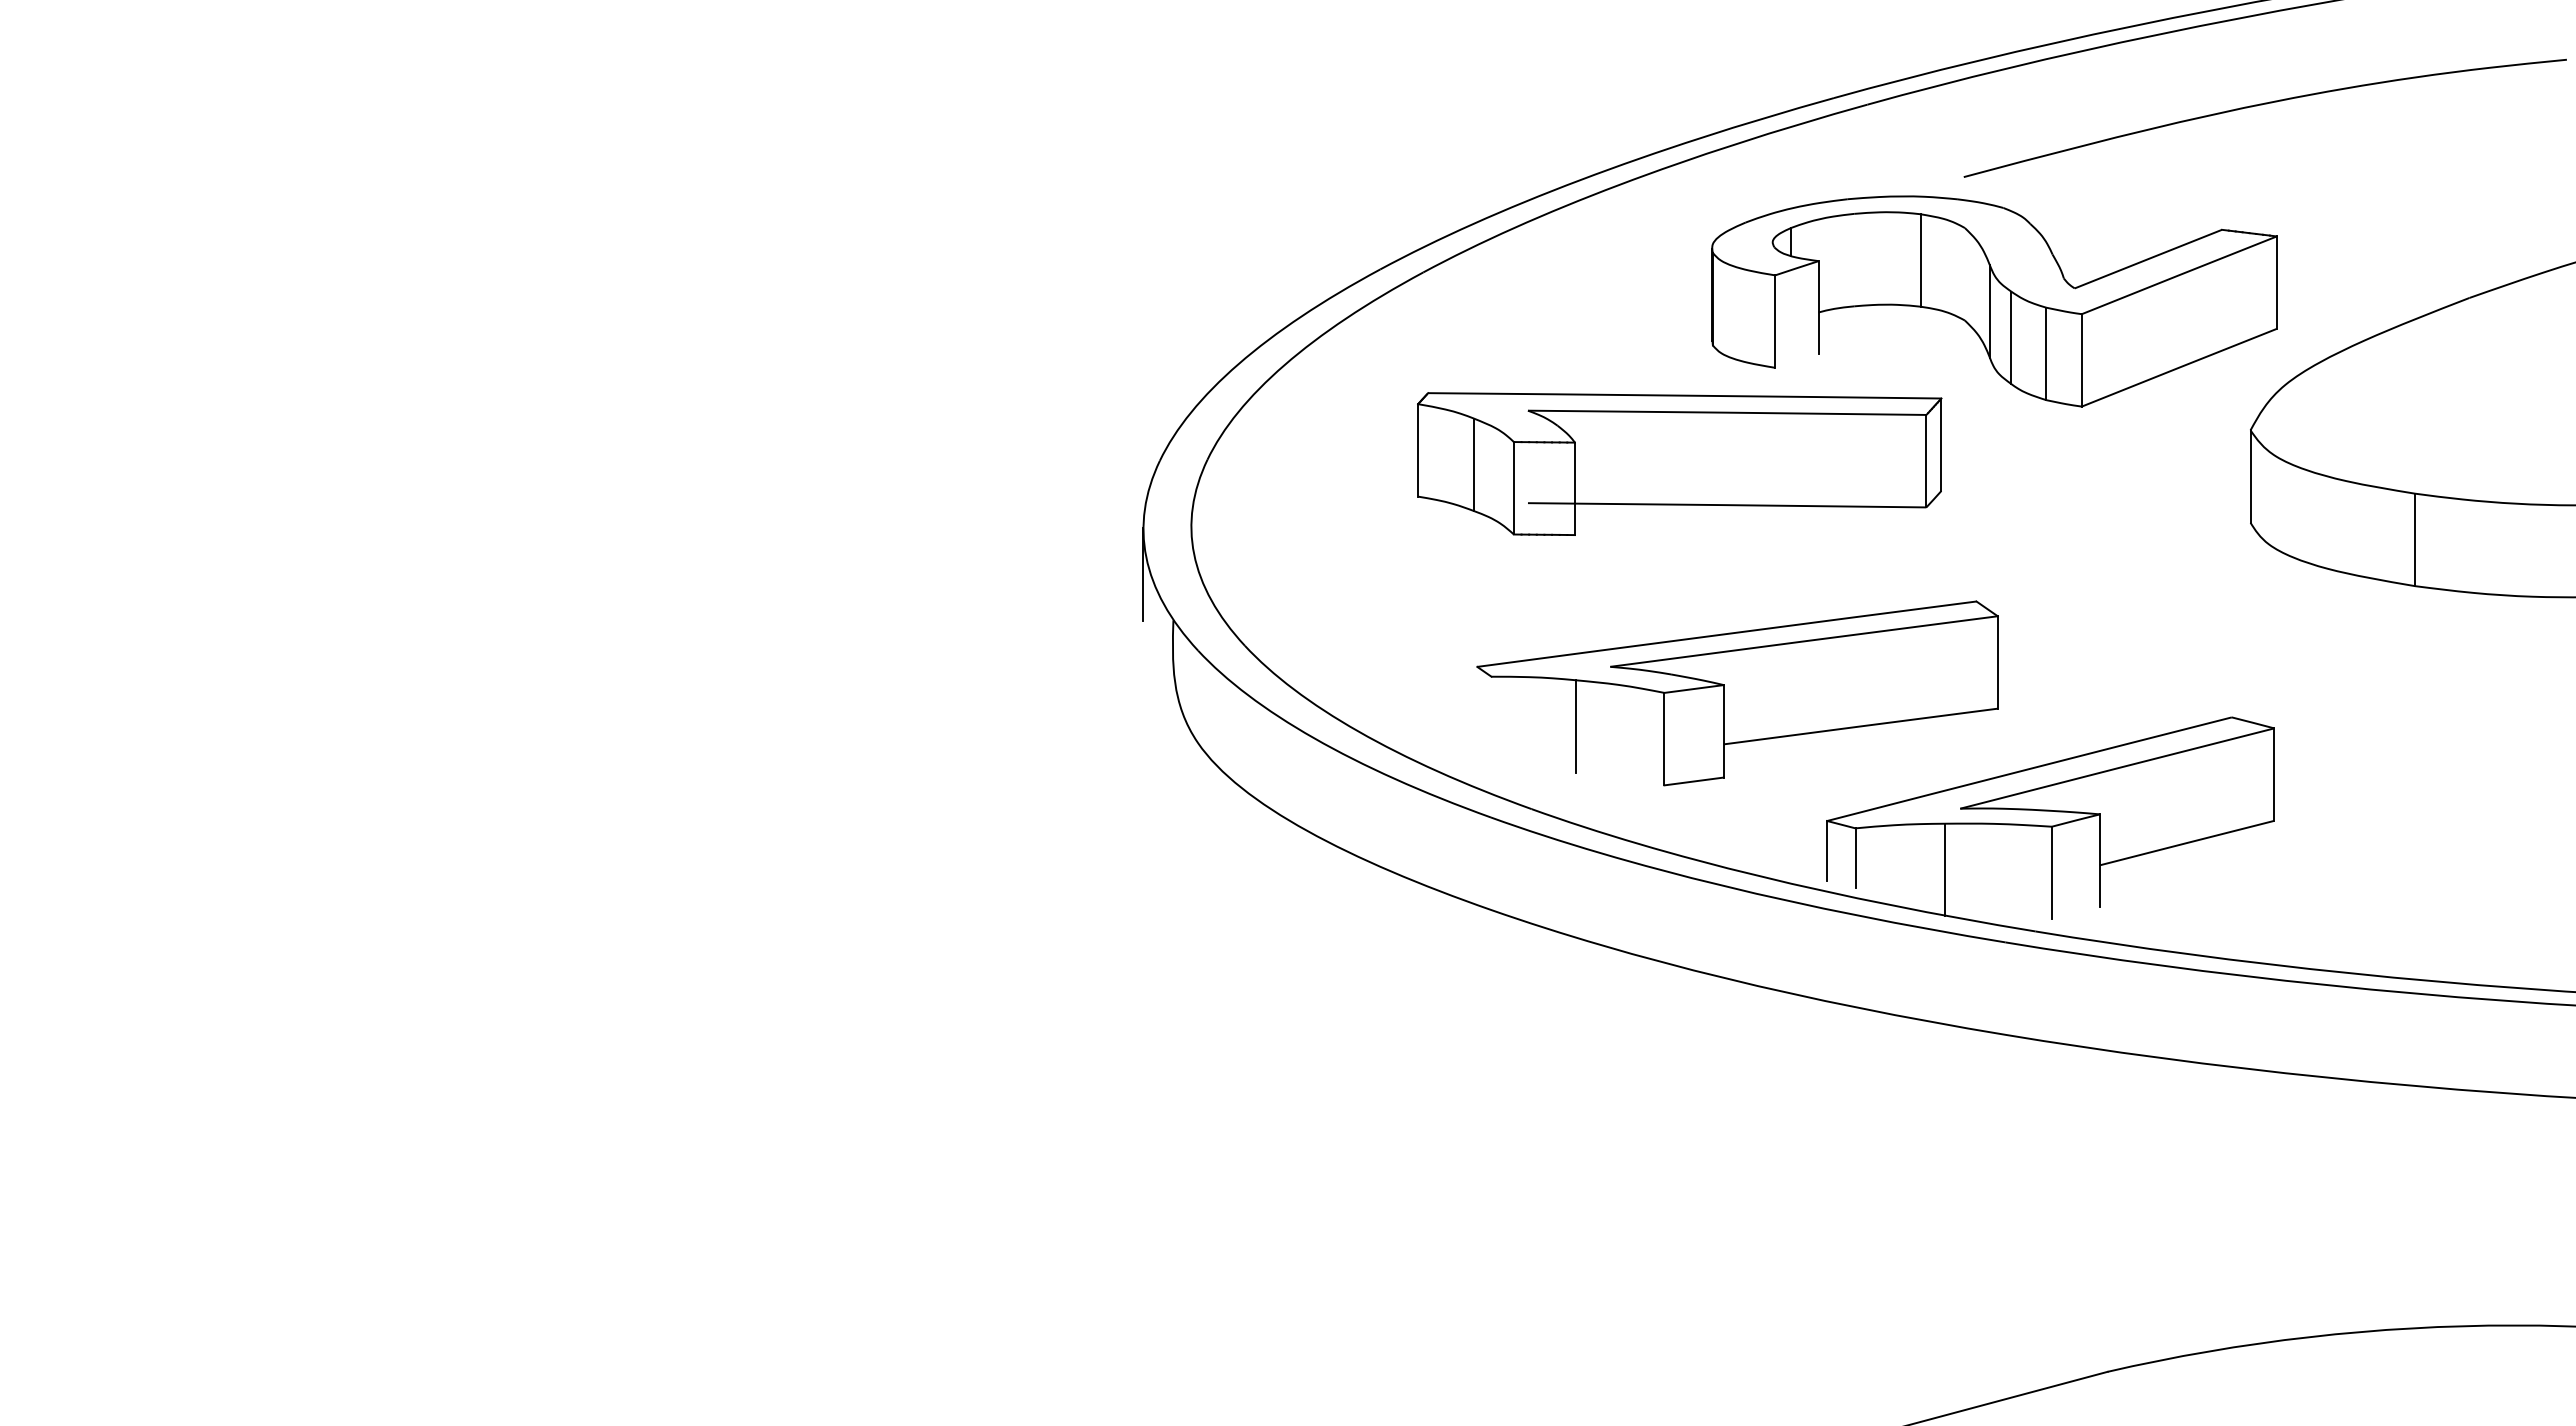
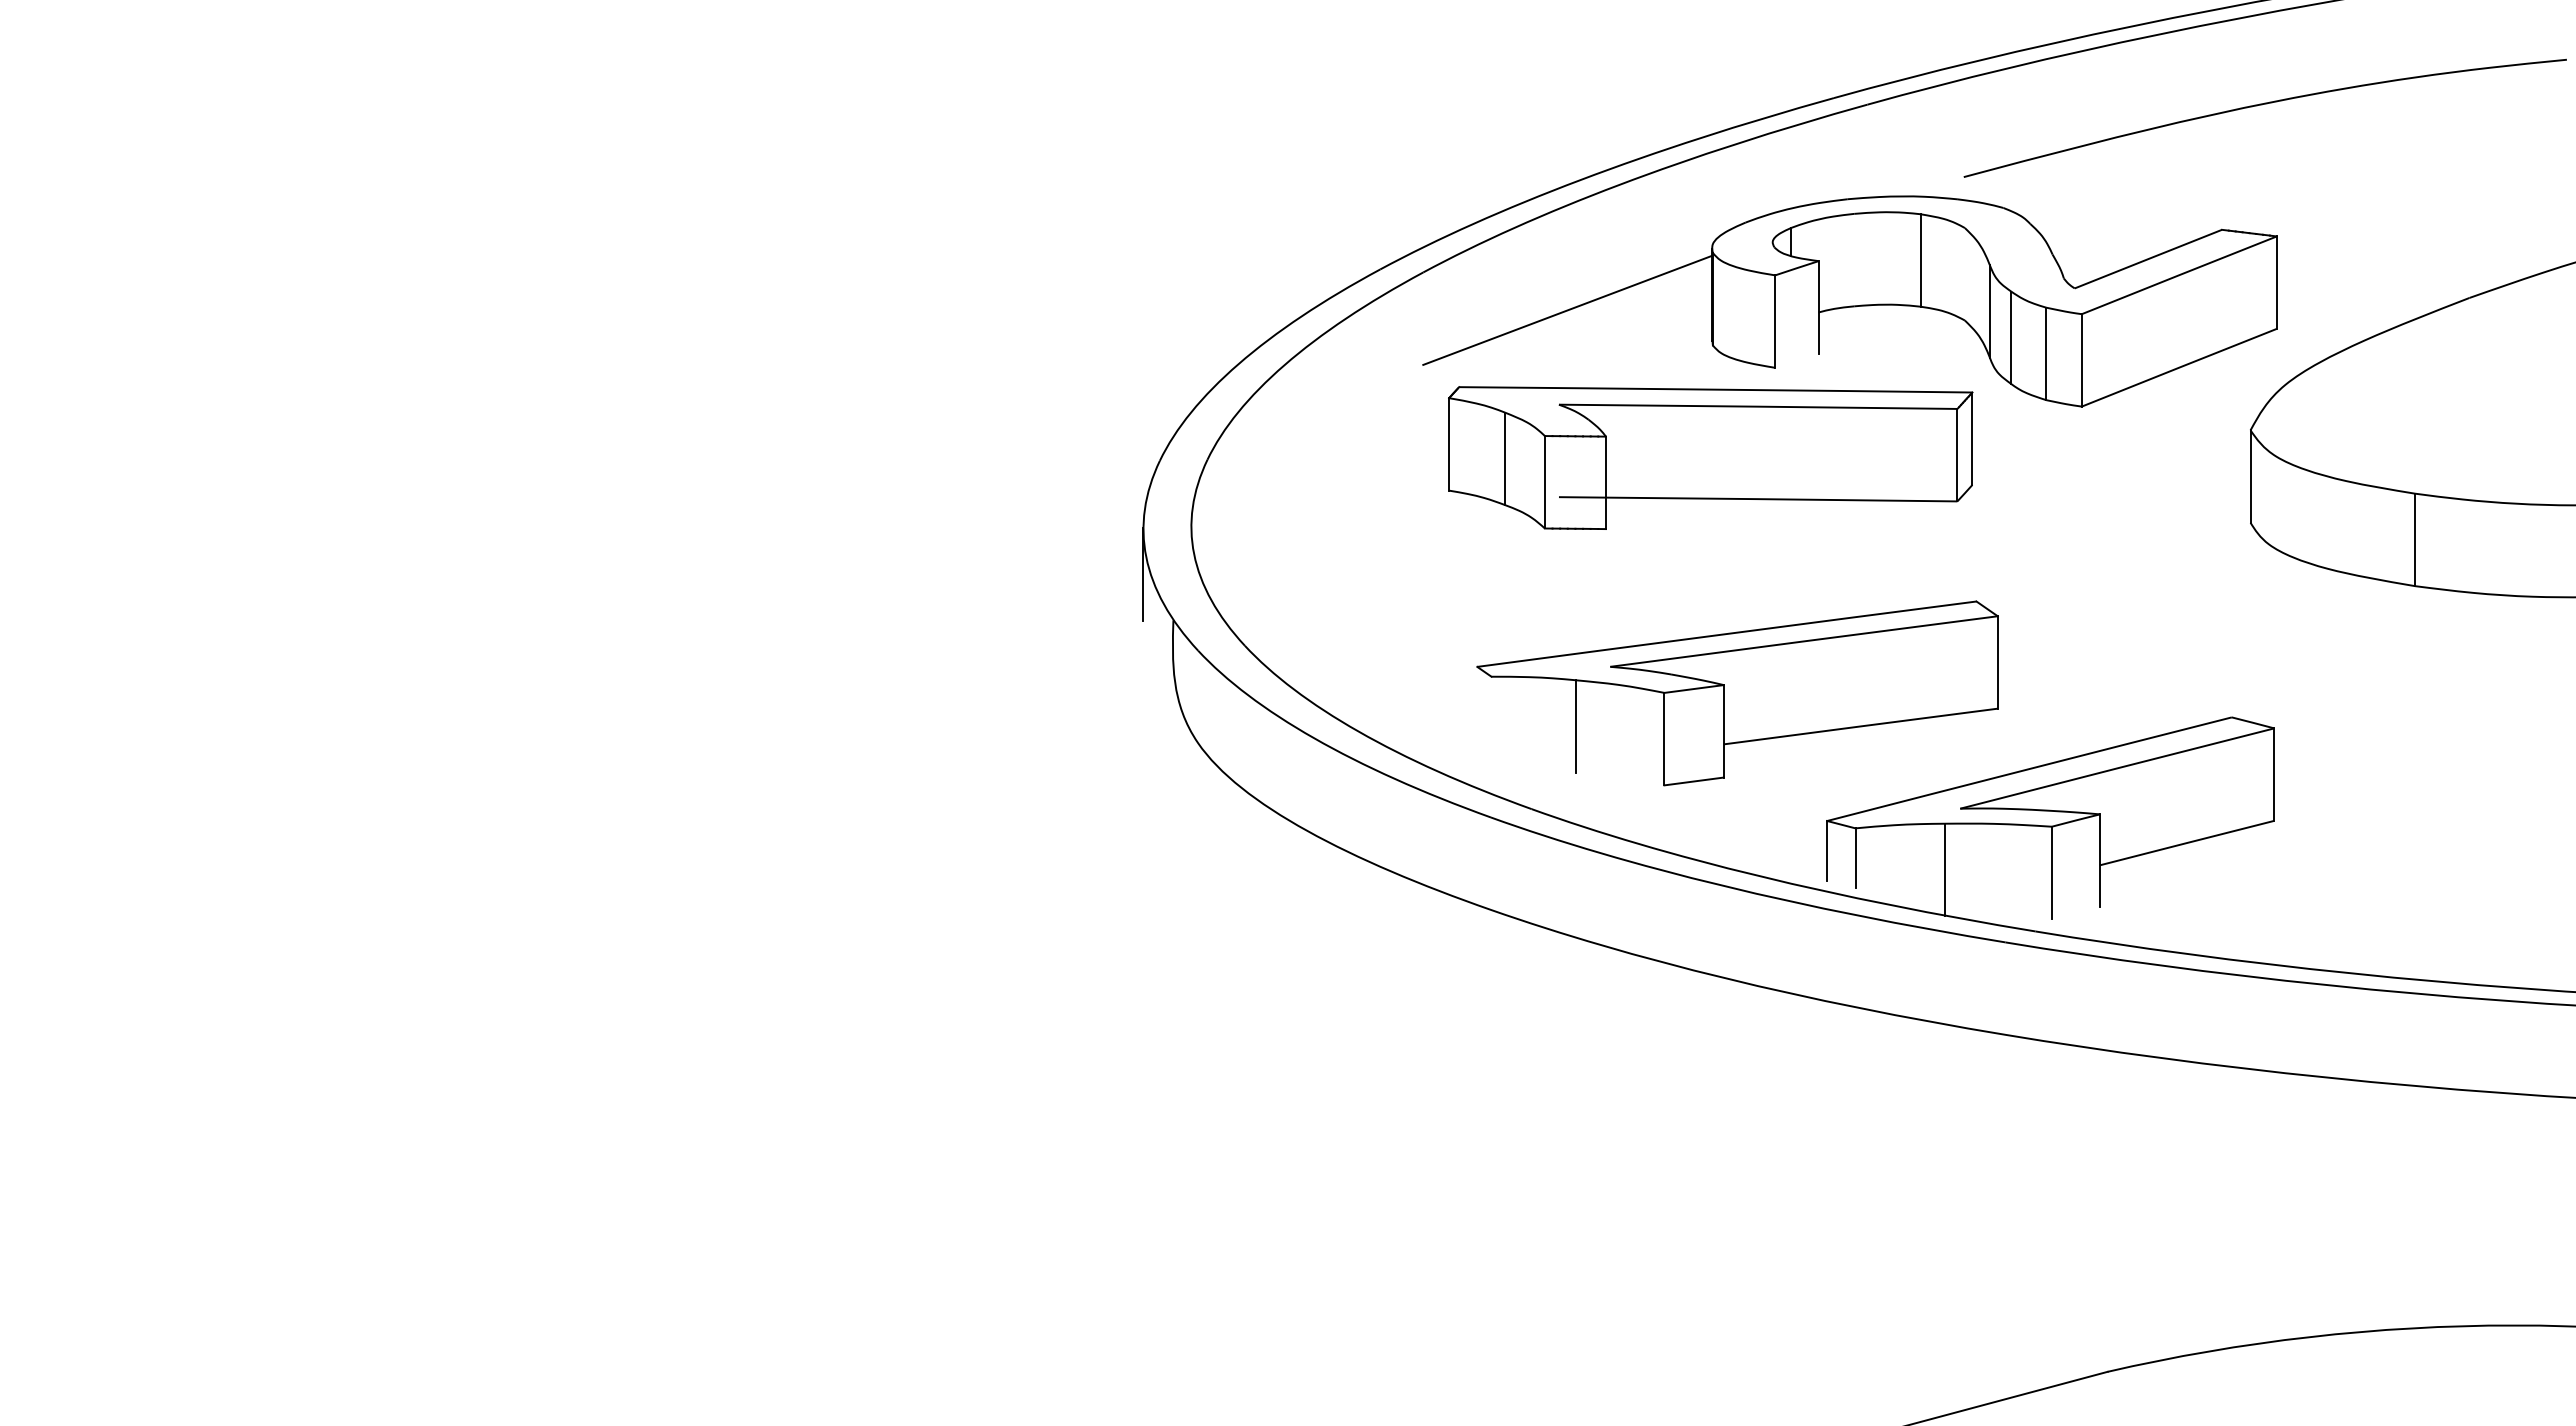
line at (1567, 309): none -> present
part at (1679, 463) position: (1679, 463) -> (1710, 457)
